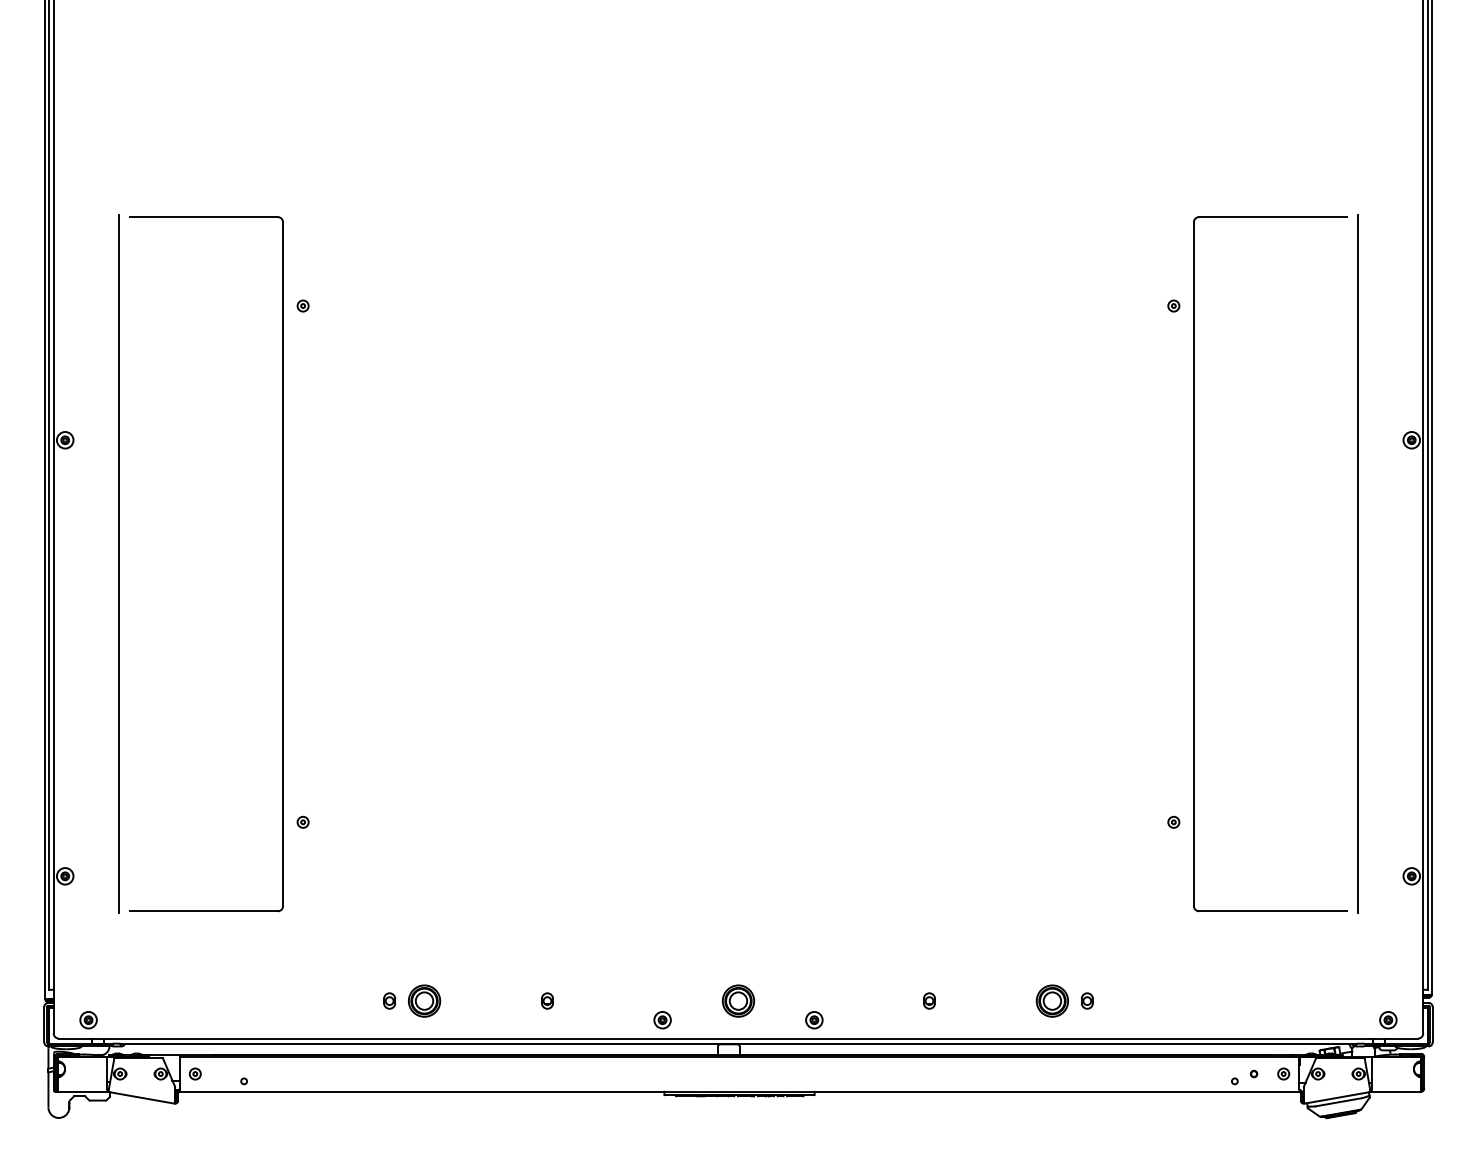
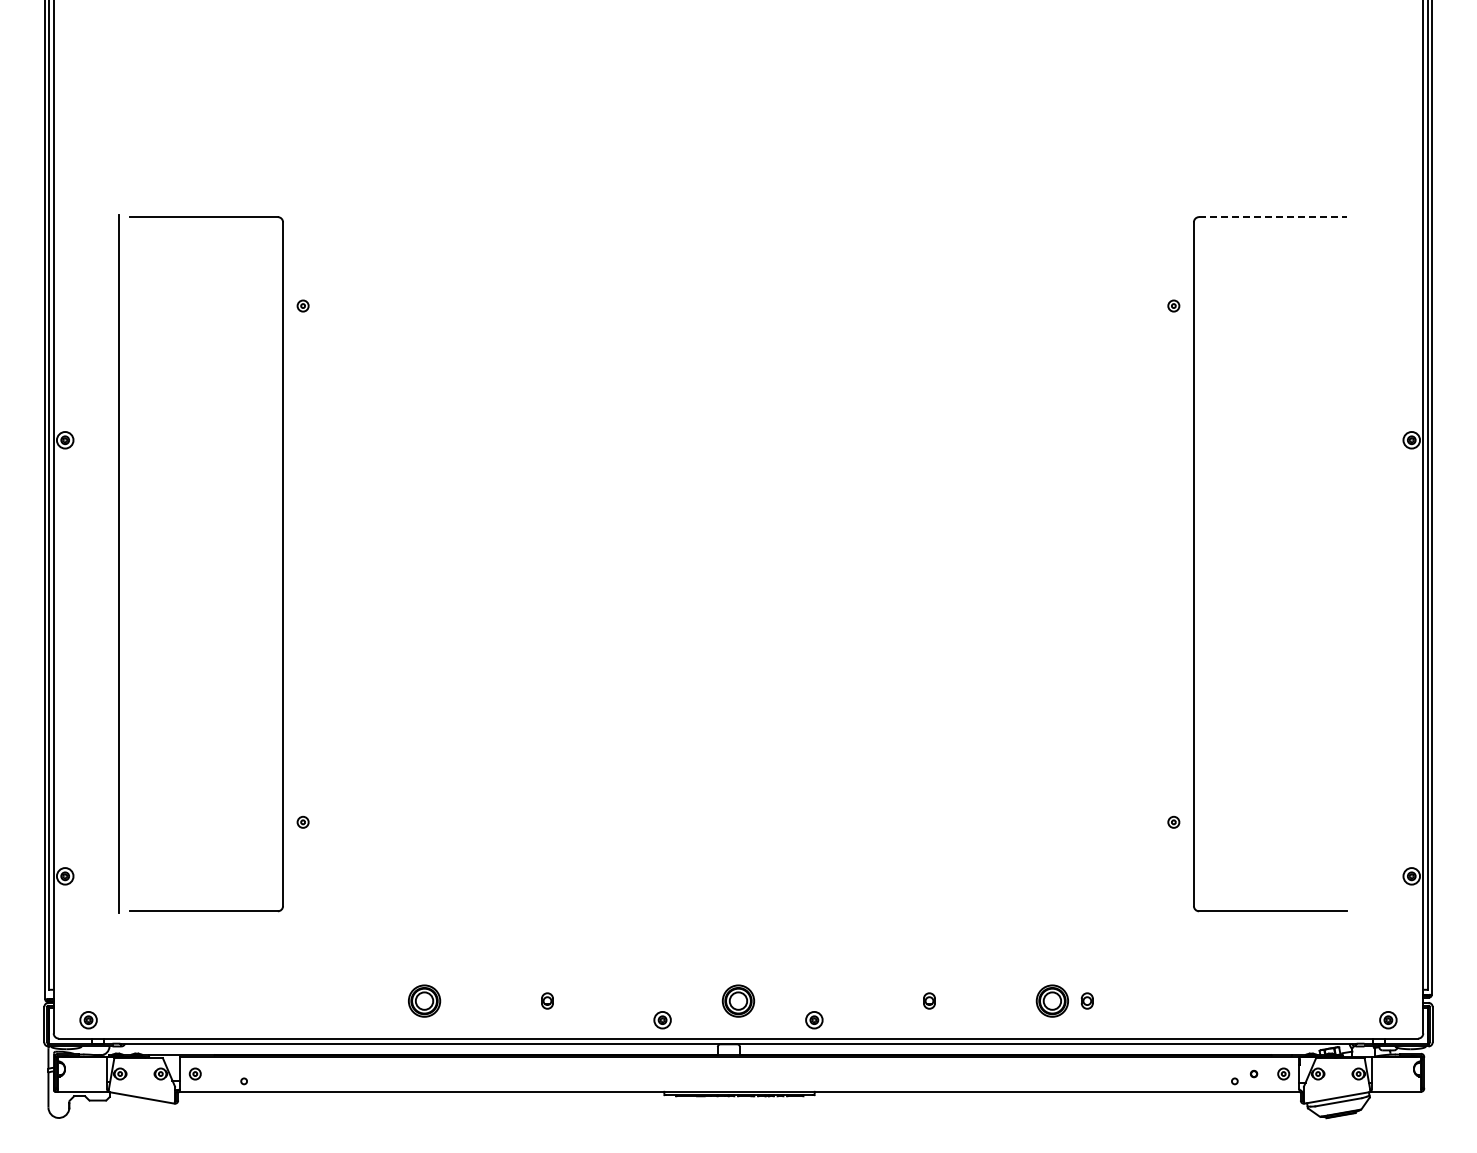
line at (1273, 217): solid -> dashed
line at (1357, 564): present -> none
part at (389, 1000): present -> none
